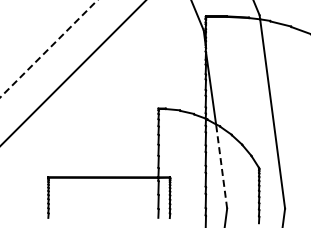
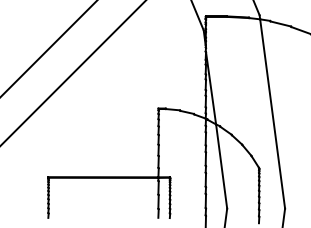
line at (48, 48): dashed -> solid
line at (221, 166): dashed -> solid
